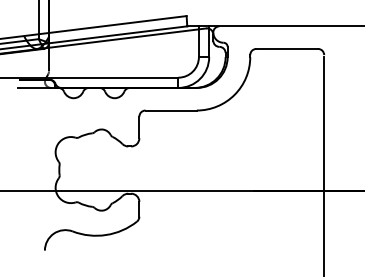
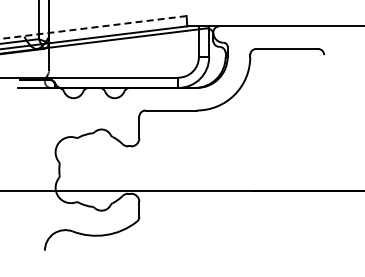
line at (93, 27): solid -> dashed
line at (324, 165): present -> none
